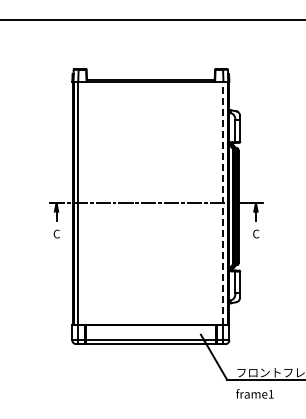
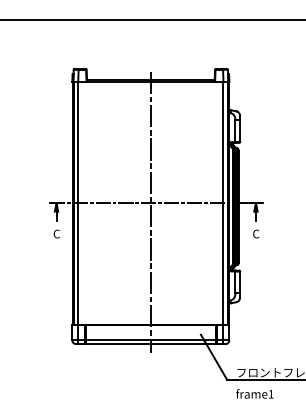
line at (223, 202): dashed -> solid
line at (150, 211): none -> present
